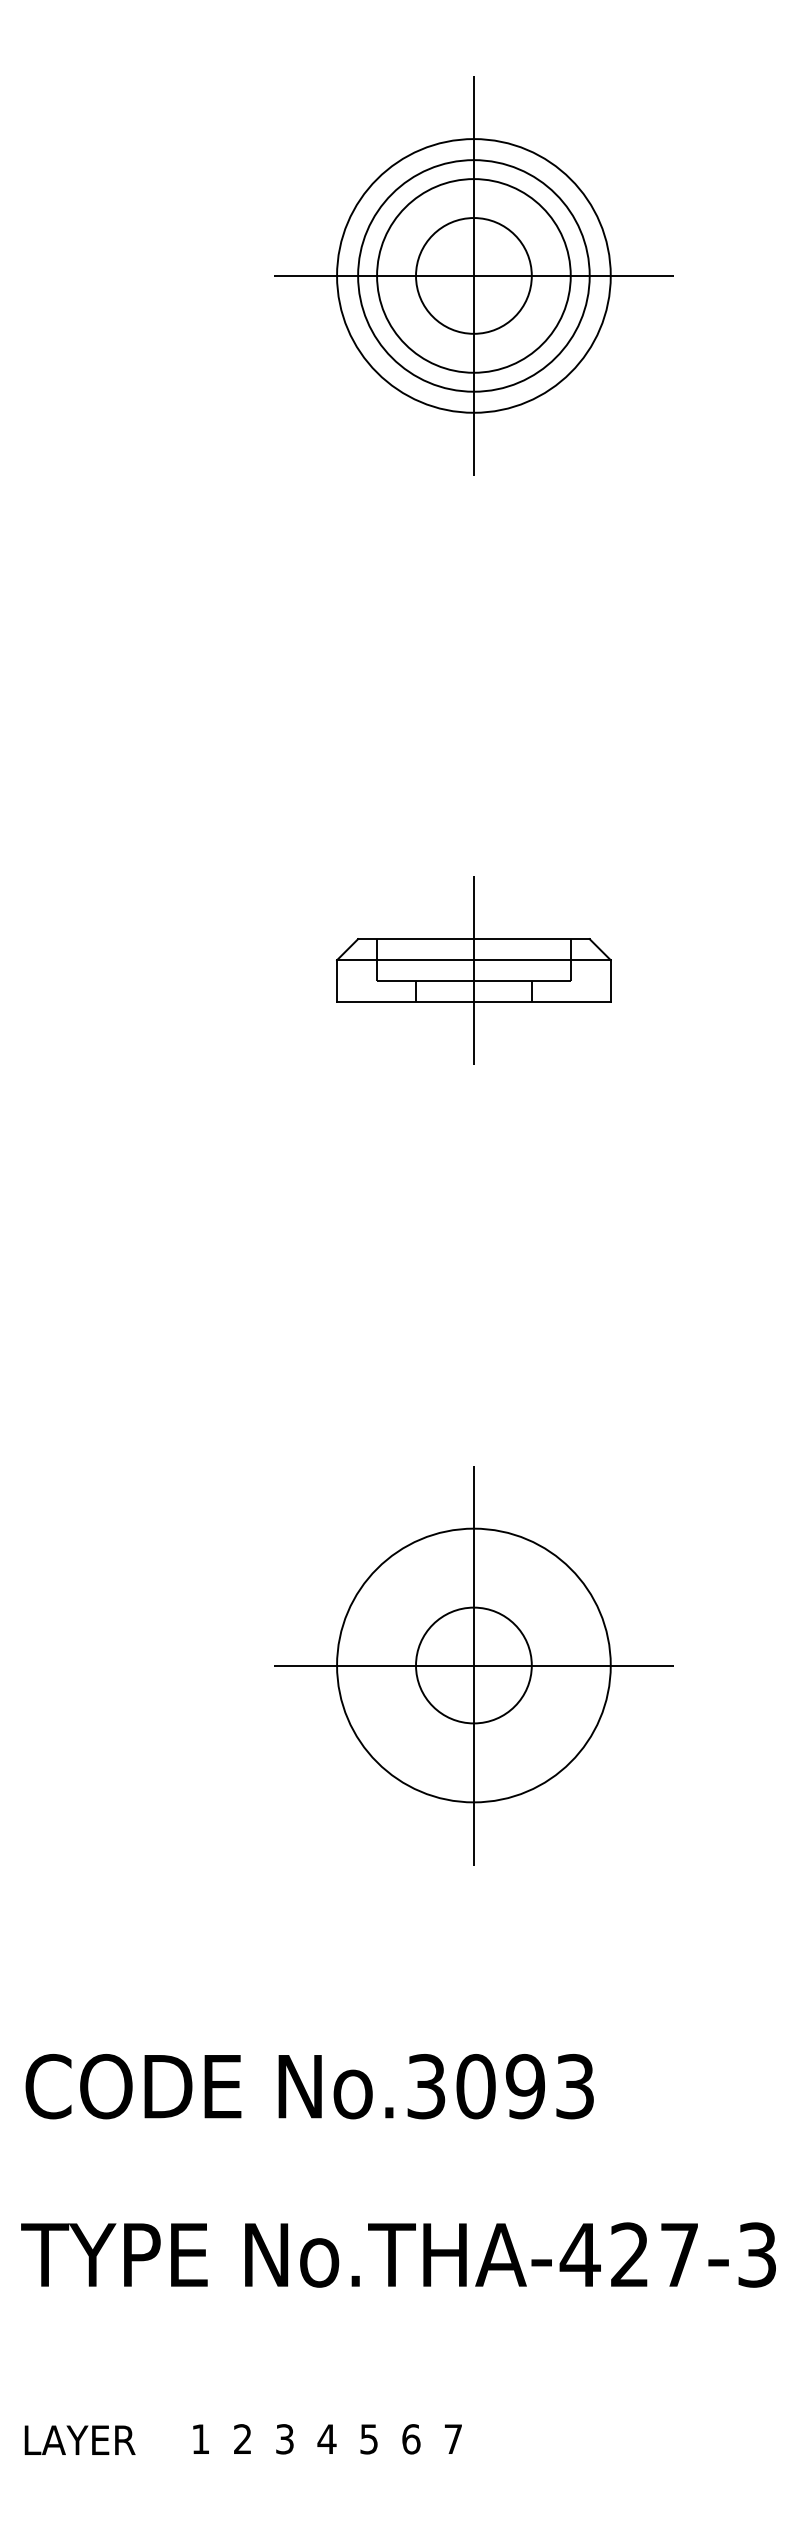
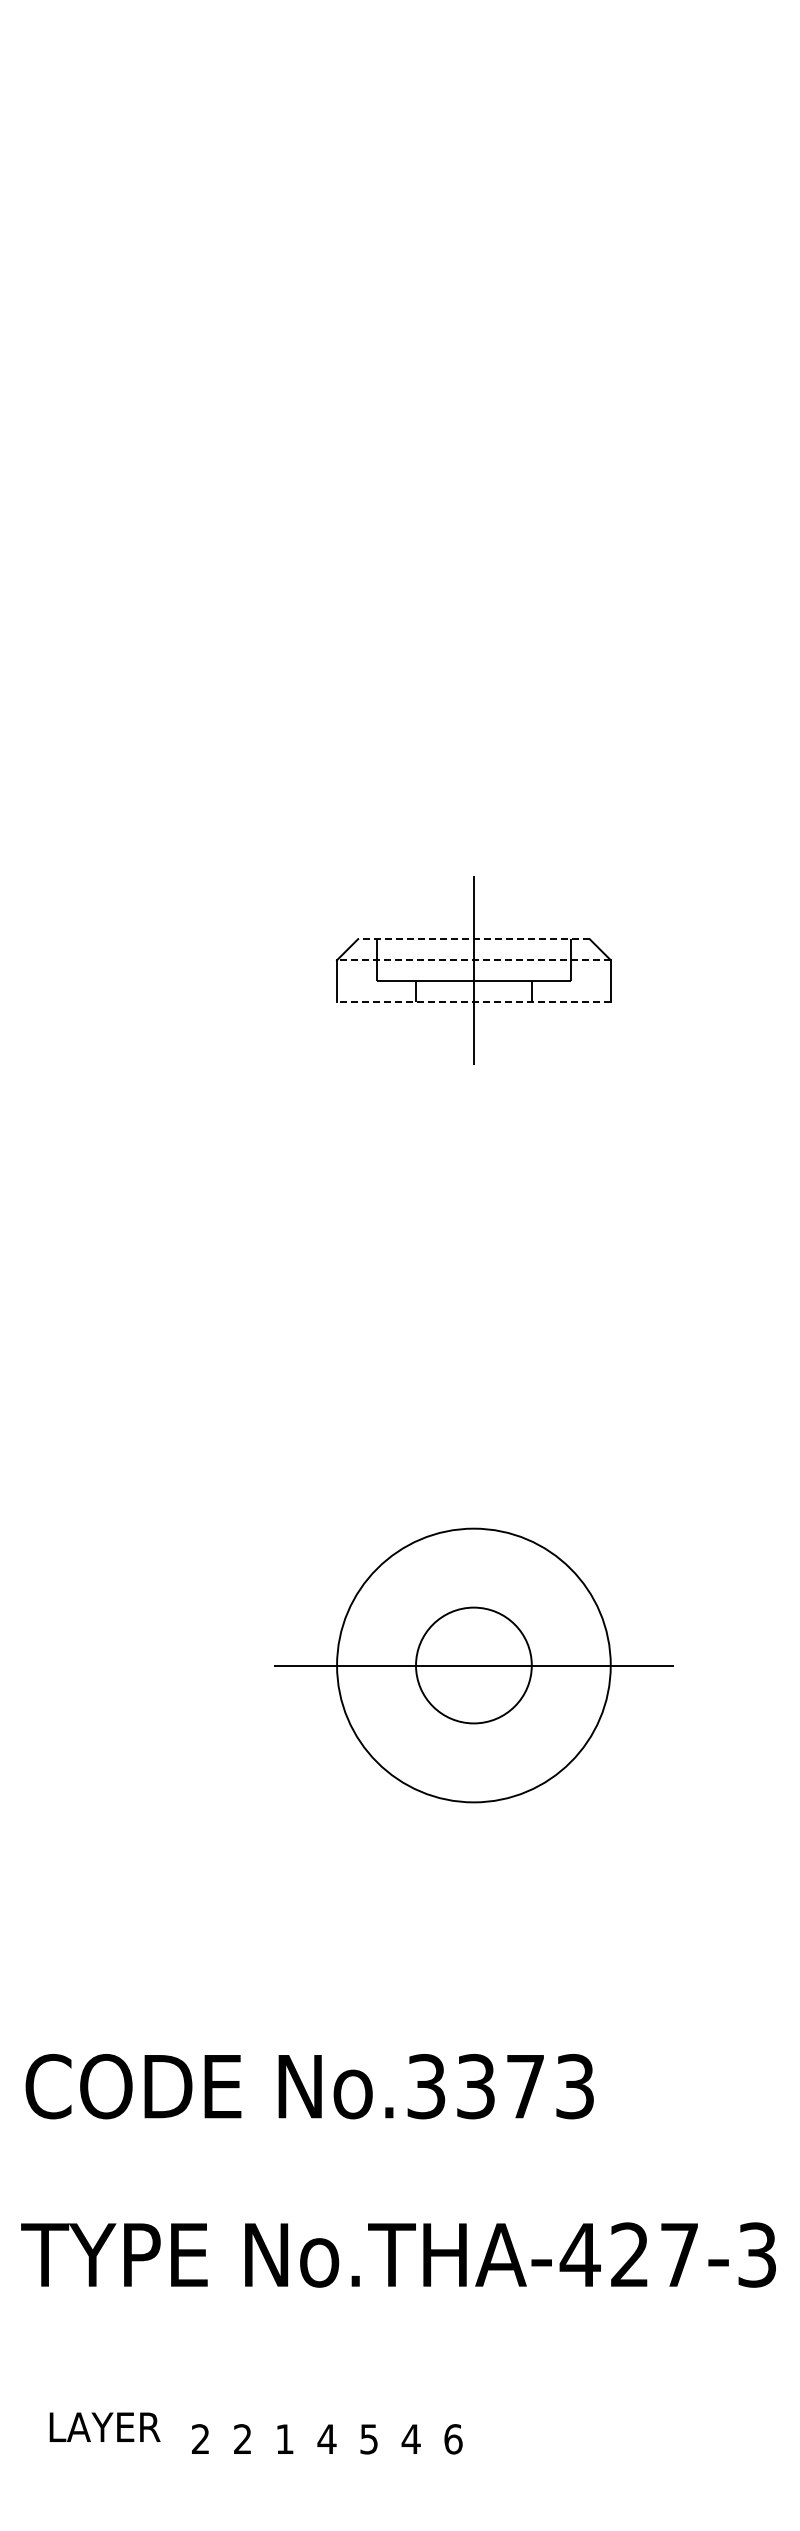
part at (473, 275): present -> none
line at (473, 939): solid -> dashed
line at (473, 960): solid -> dashed
line at (473, 1002): solid -> dashed
line at (473, 1665): present -> none
text at (500, 2086): No.3093 -> No.3373
text at (200, 2438): 1 -> 2
text at (79, 2439) position: (79, 2439) -> (104, 2426)
text at (284, 2439): 3 -> 1
text at (410, 2439): 6 -> 4
text at (453, 2439): 7 -> 6
